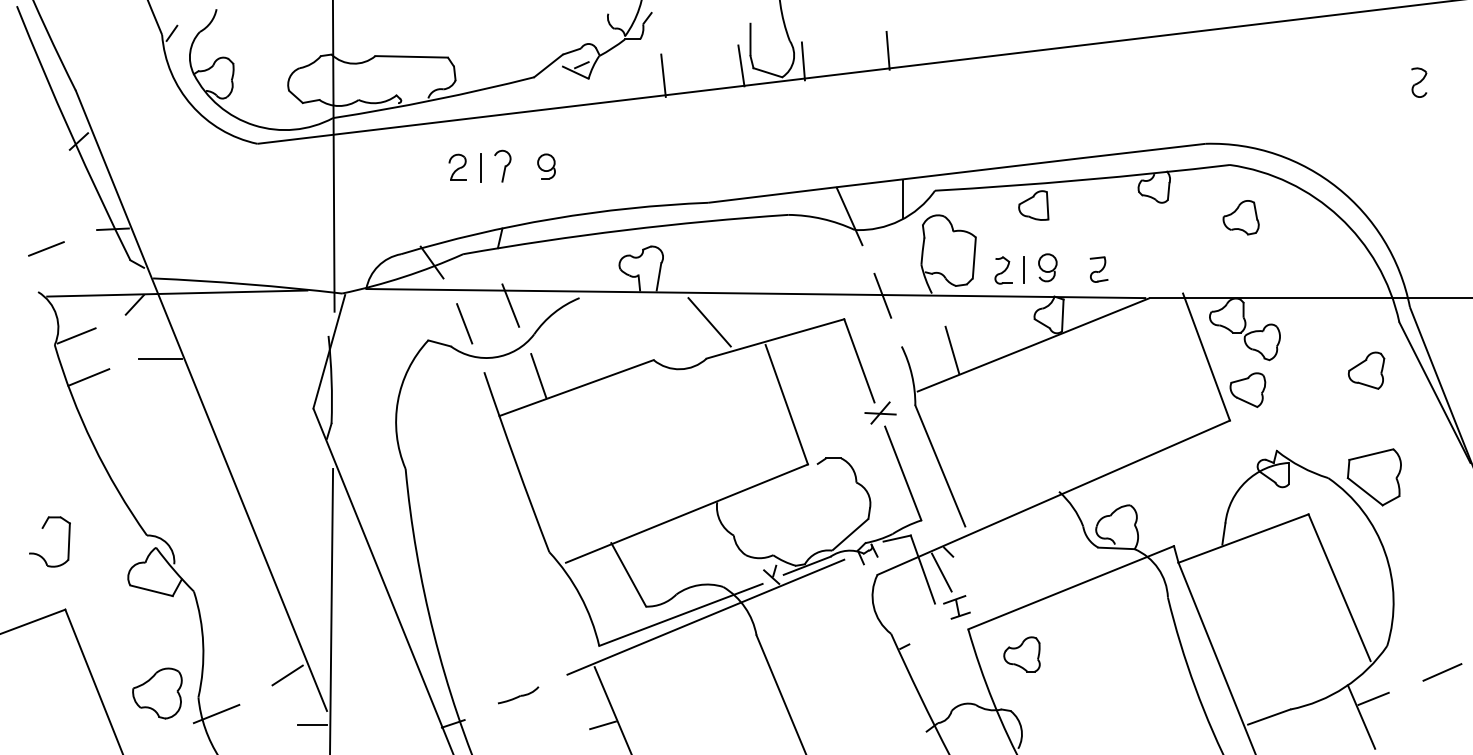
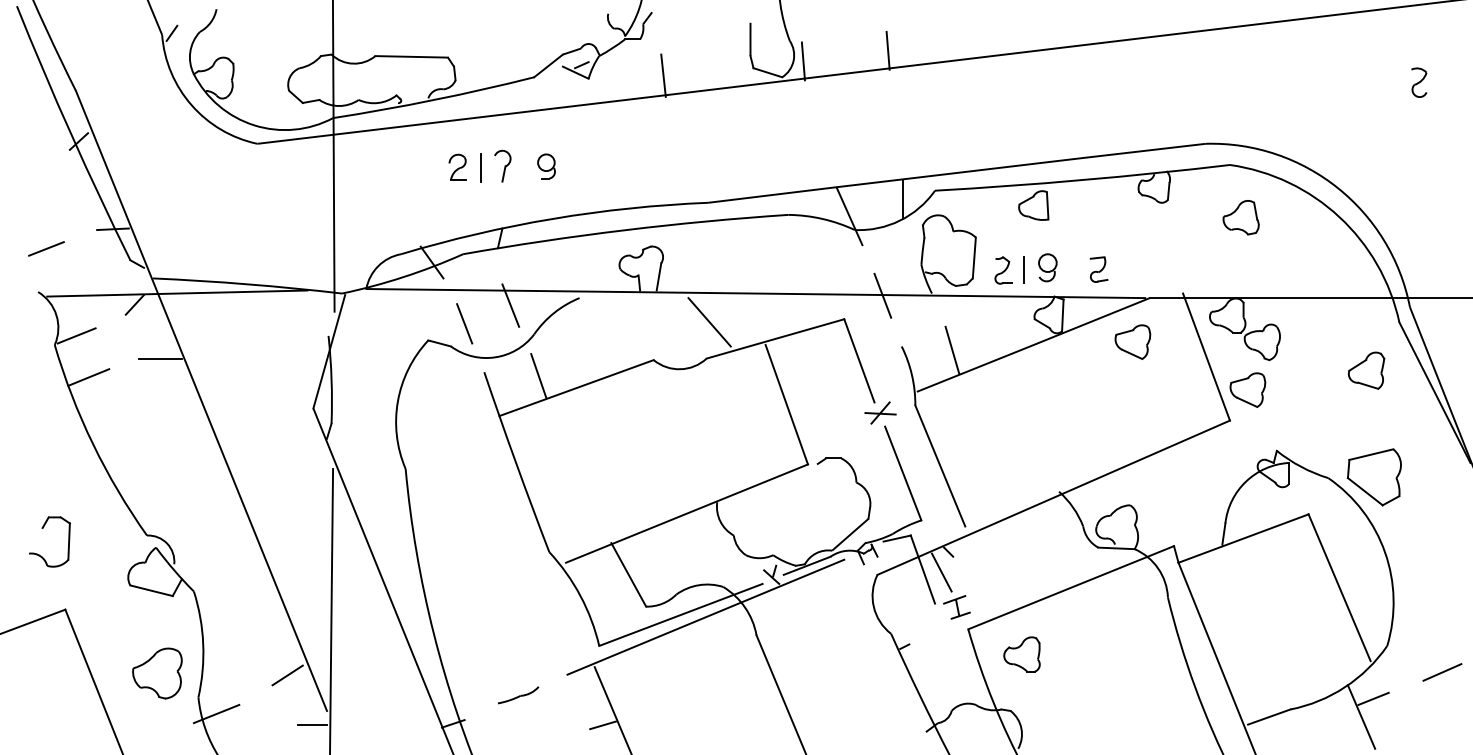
line at (741, 65): present -> none
part at (1132, 341): none -> present
part at (157, 693) position: (157, 693) -> (157, 673)
